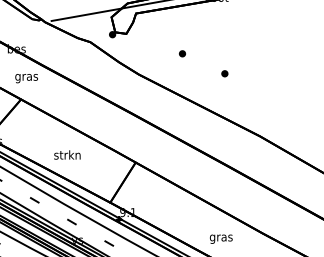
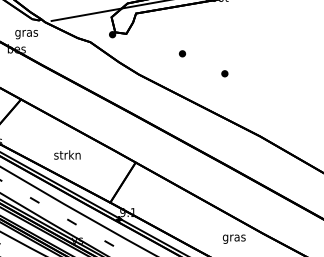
text at (26, 78) position: (26, 78) -> (26, 34)
text at (221, 238) position: (221, 238) -> (234, 238)
